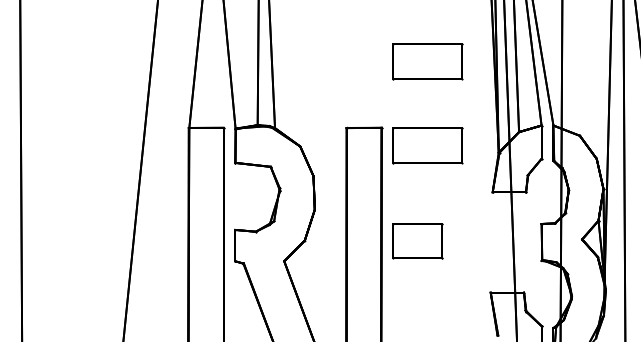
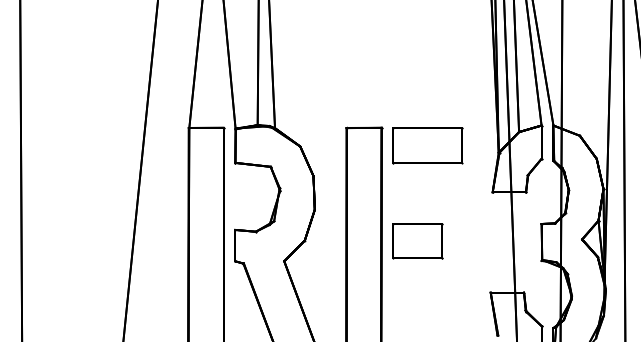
part at (427, 61): present -> none
